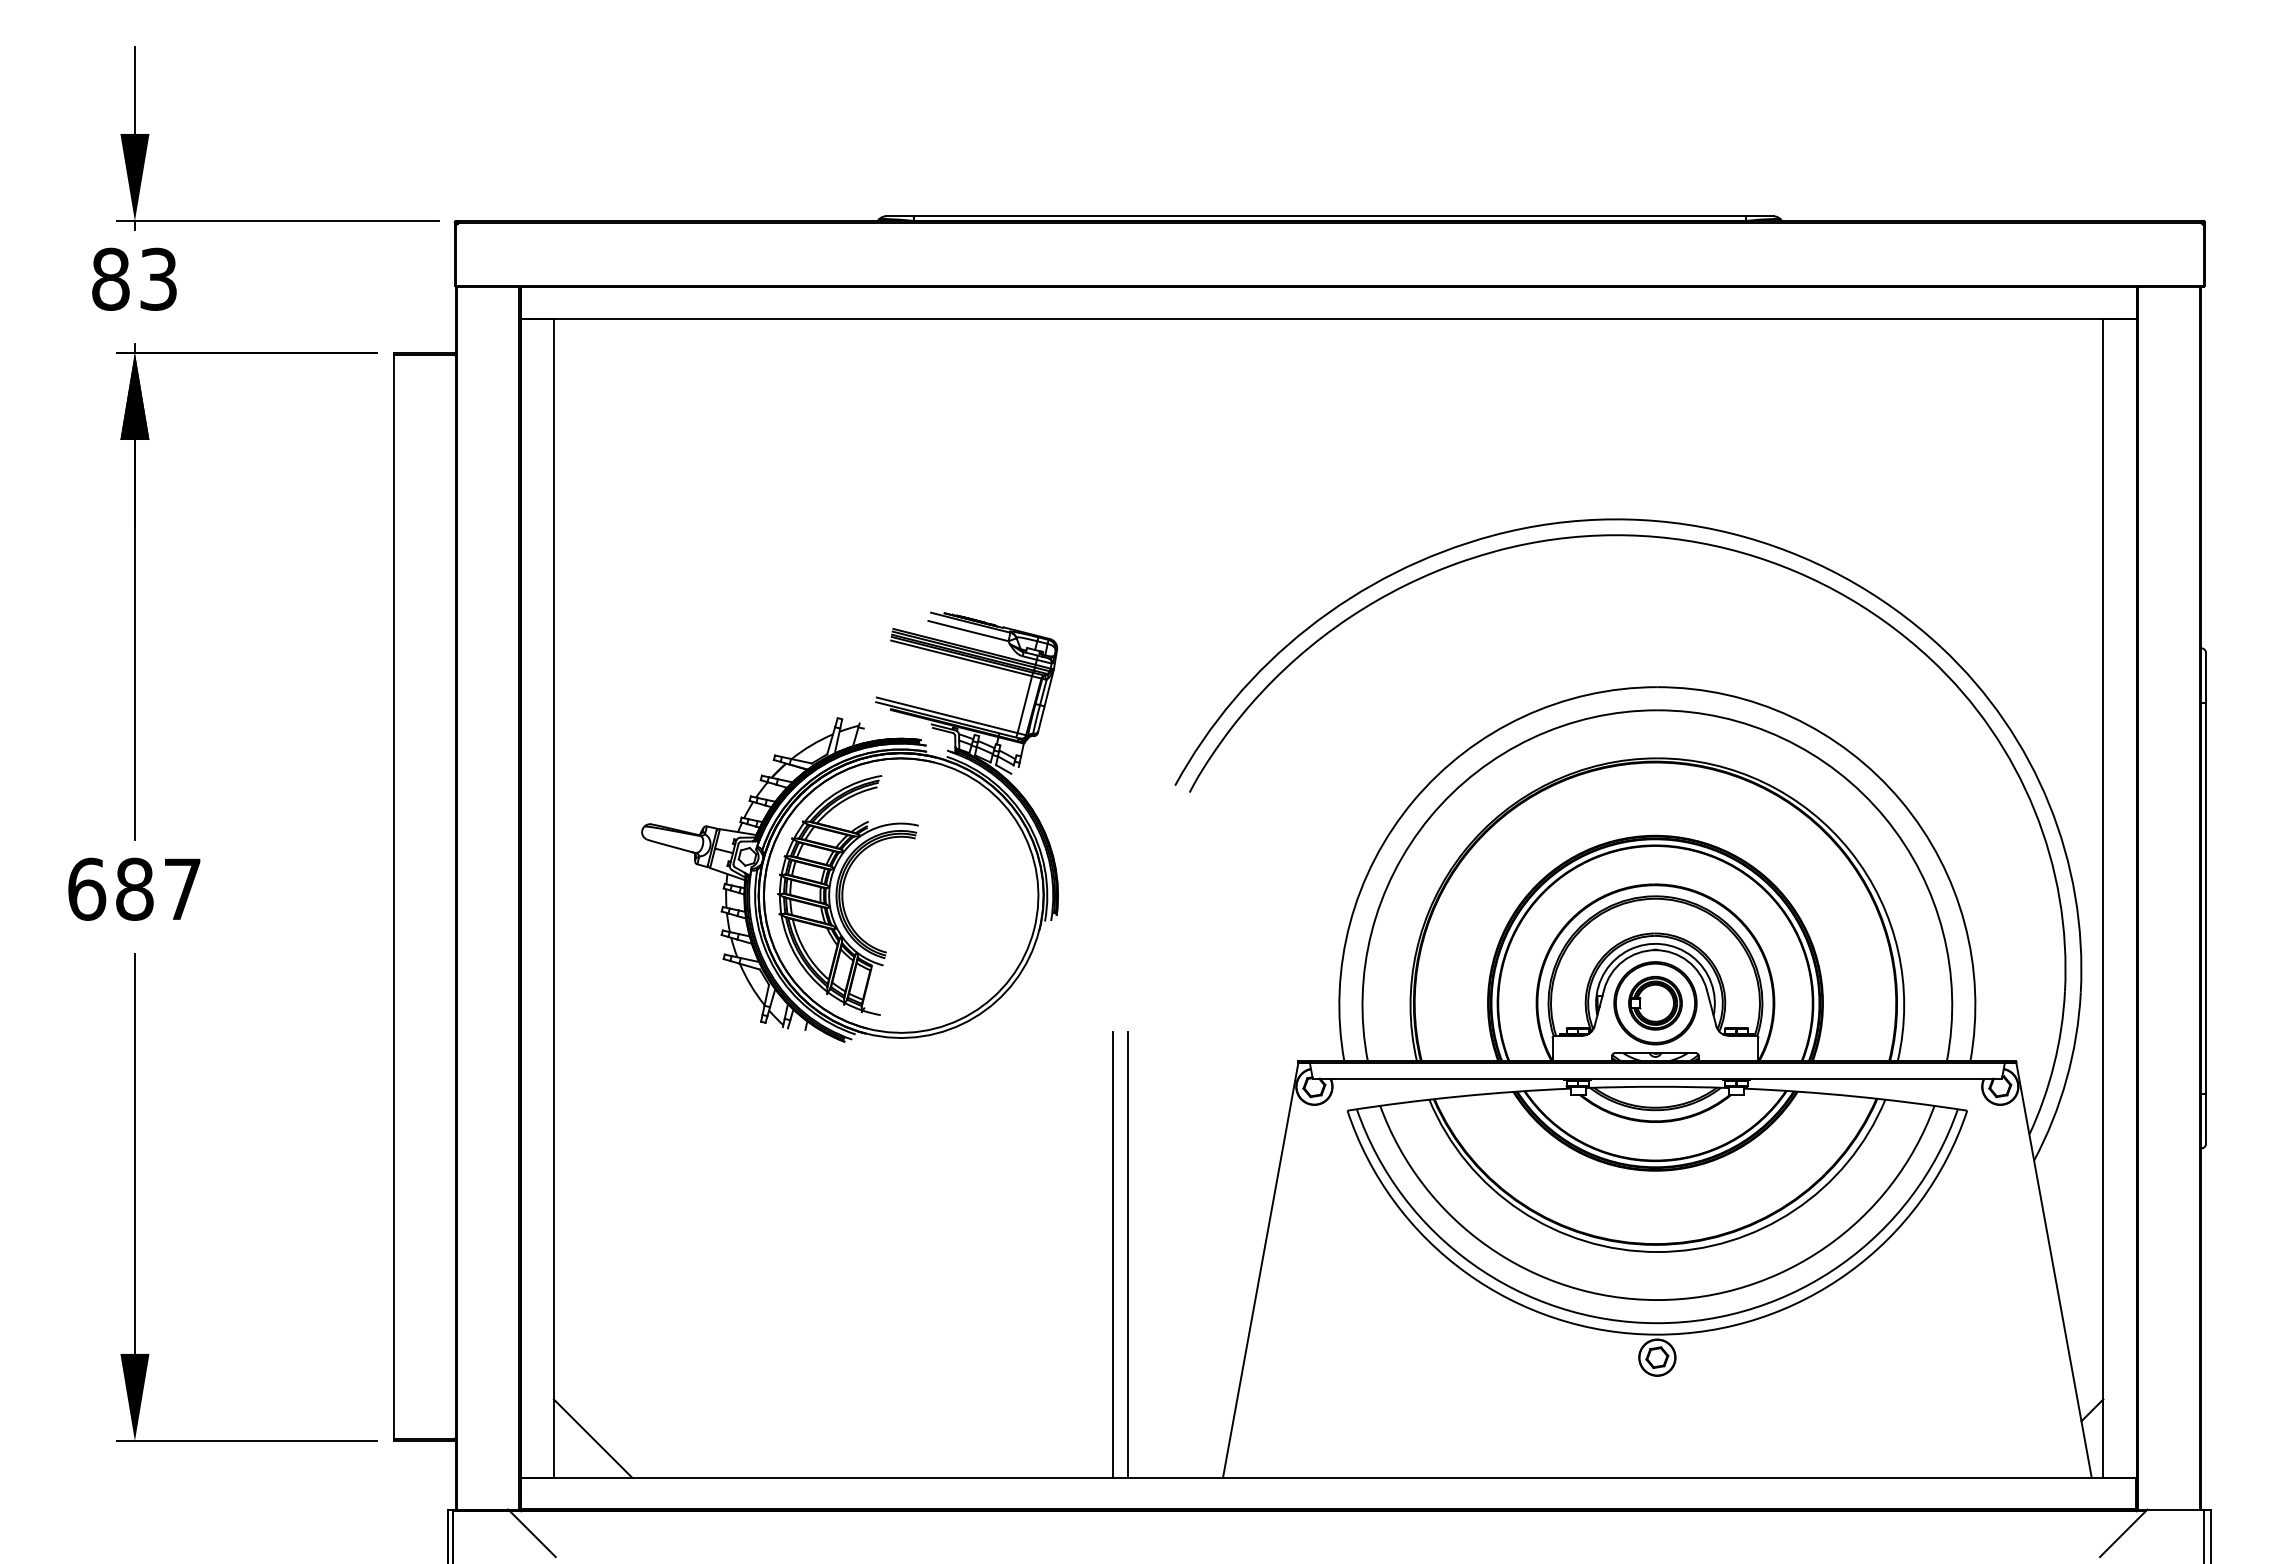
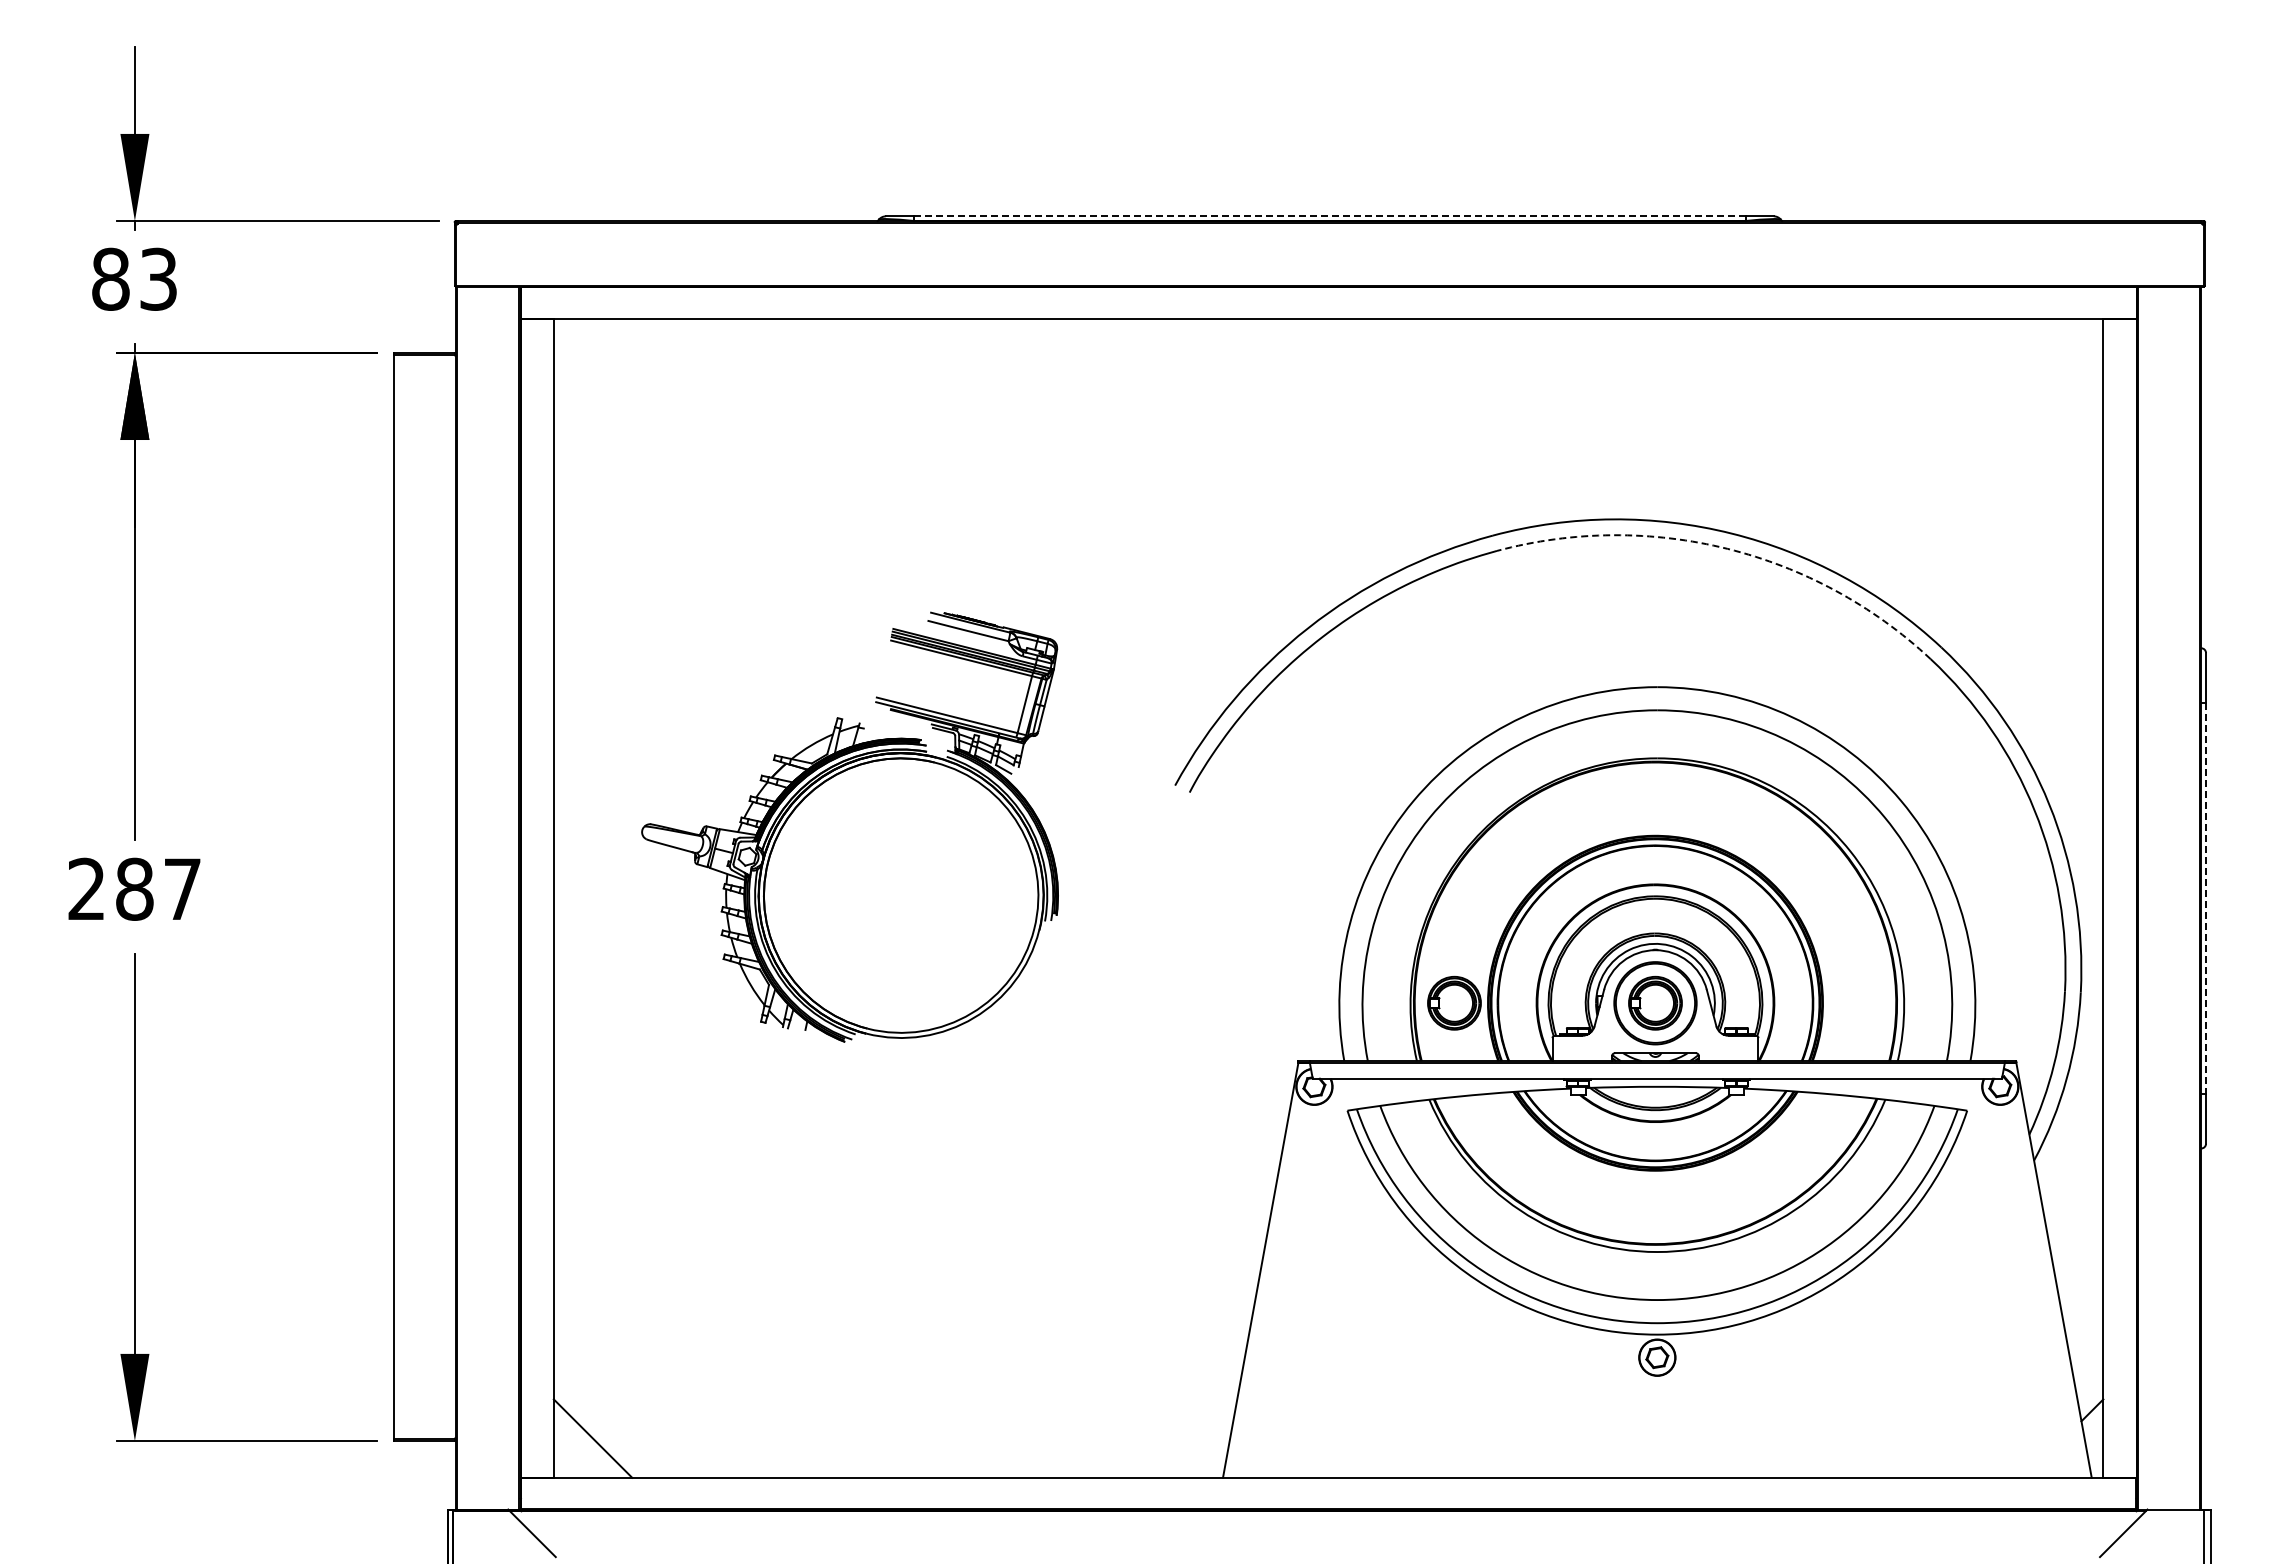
line at (1329, 216): solid -> dashed
arc at (1727, 548): solid -> dashed
text at (87, 888): 687 -> 287
part at (847, 895): present -> none
line at (2206, 898): solid -> dashed
part at (1454, 1002): none -> present
line at (1112, 1254): present -> none
line at (1128, 1254): present -> none
